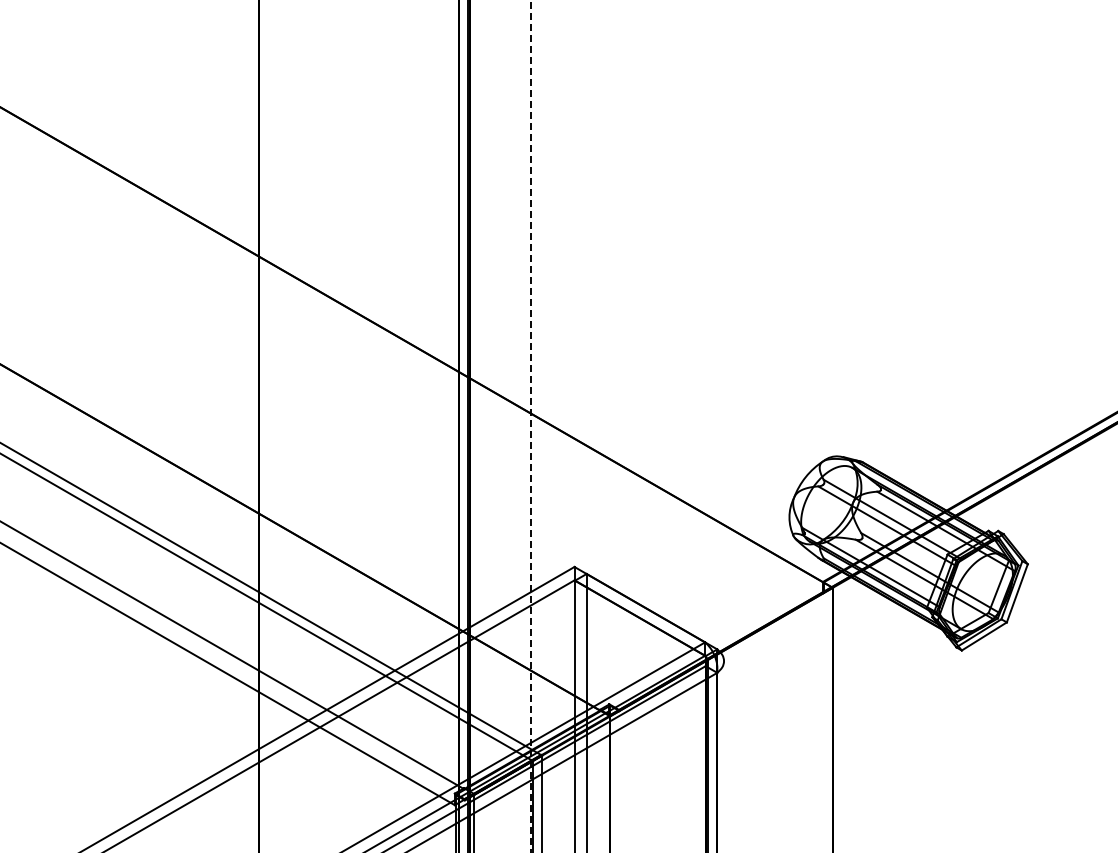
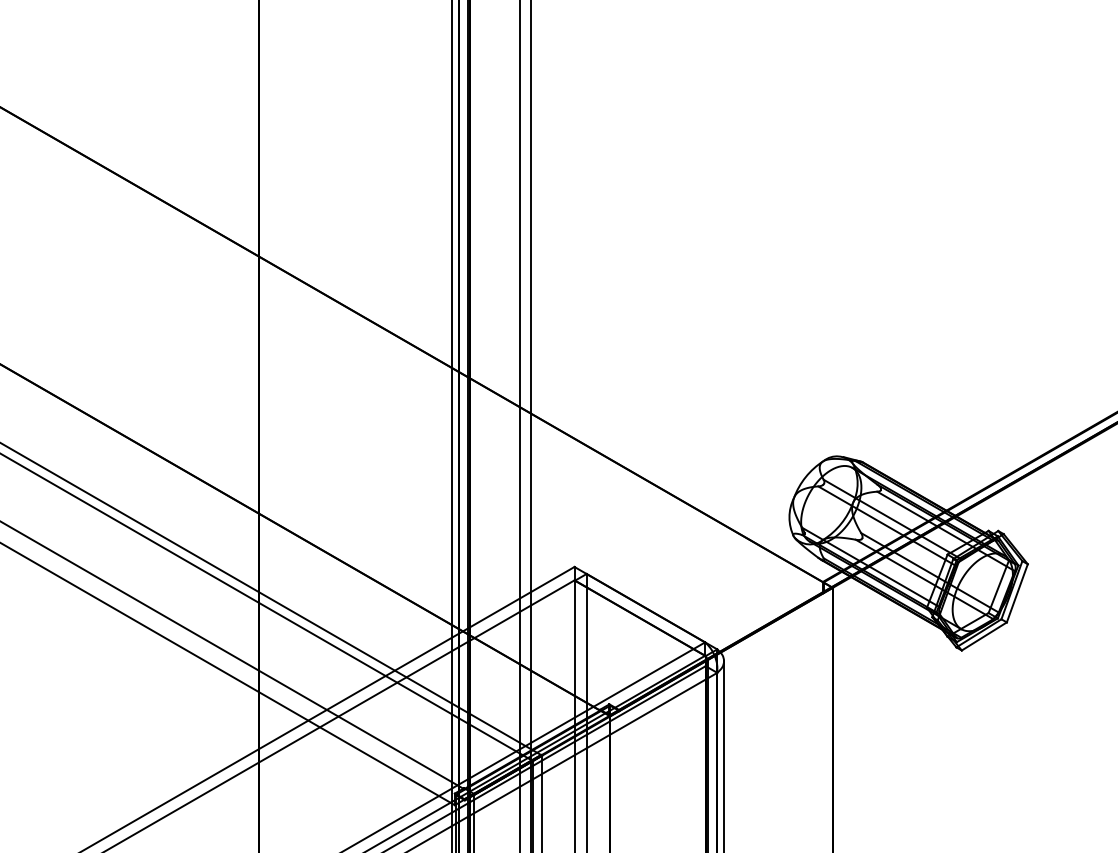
line at (452, 425): none -> present
line at (519, 425): none -> present
line at (531, 426): dashed -> solid
line at (724, 755): none -> present
